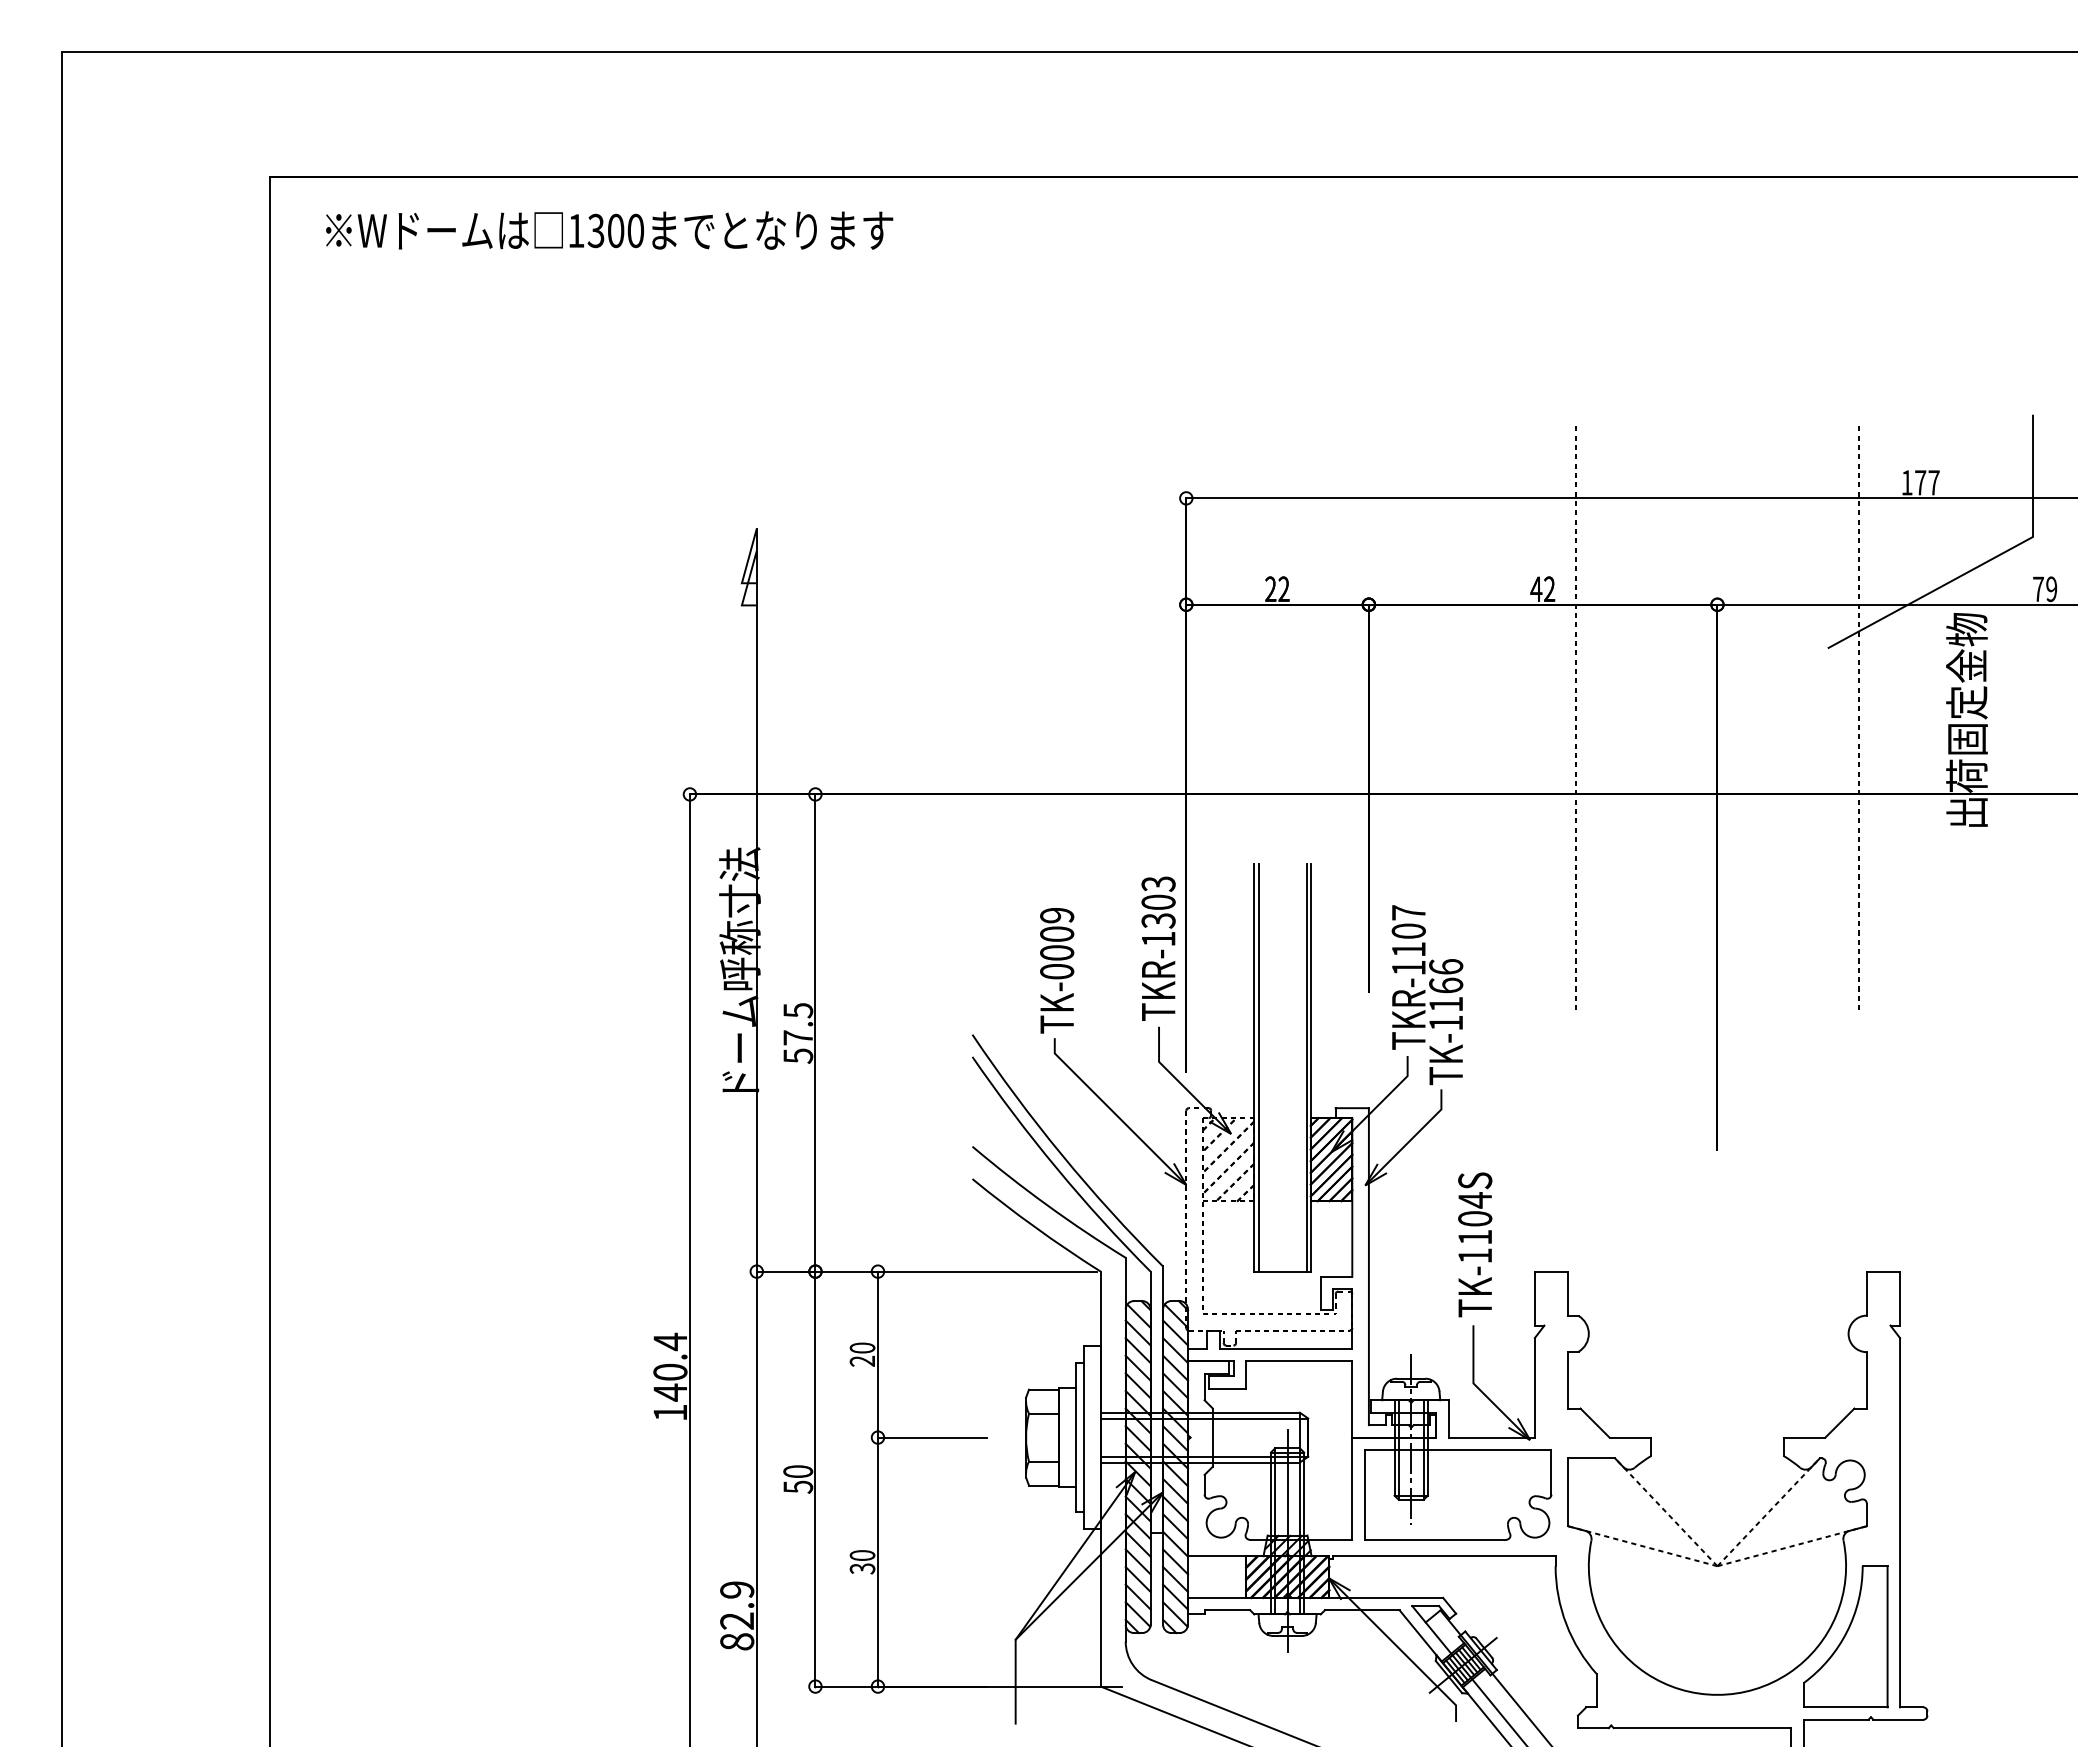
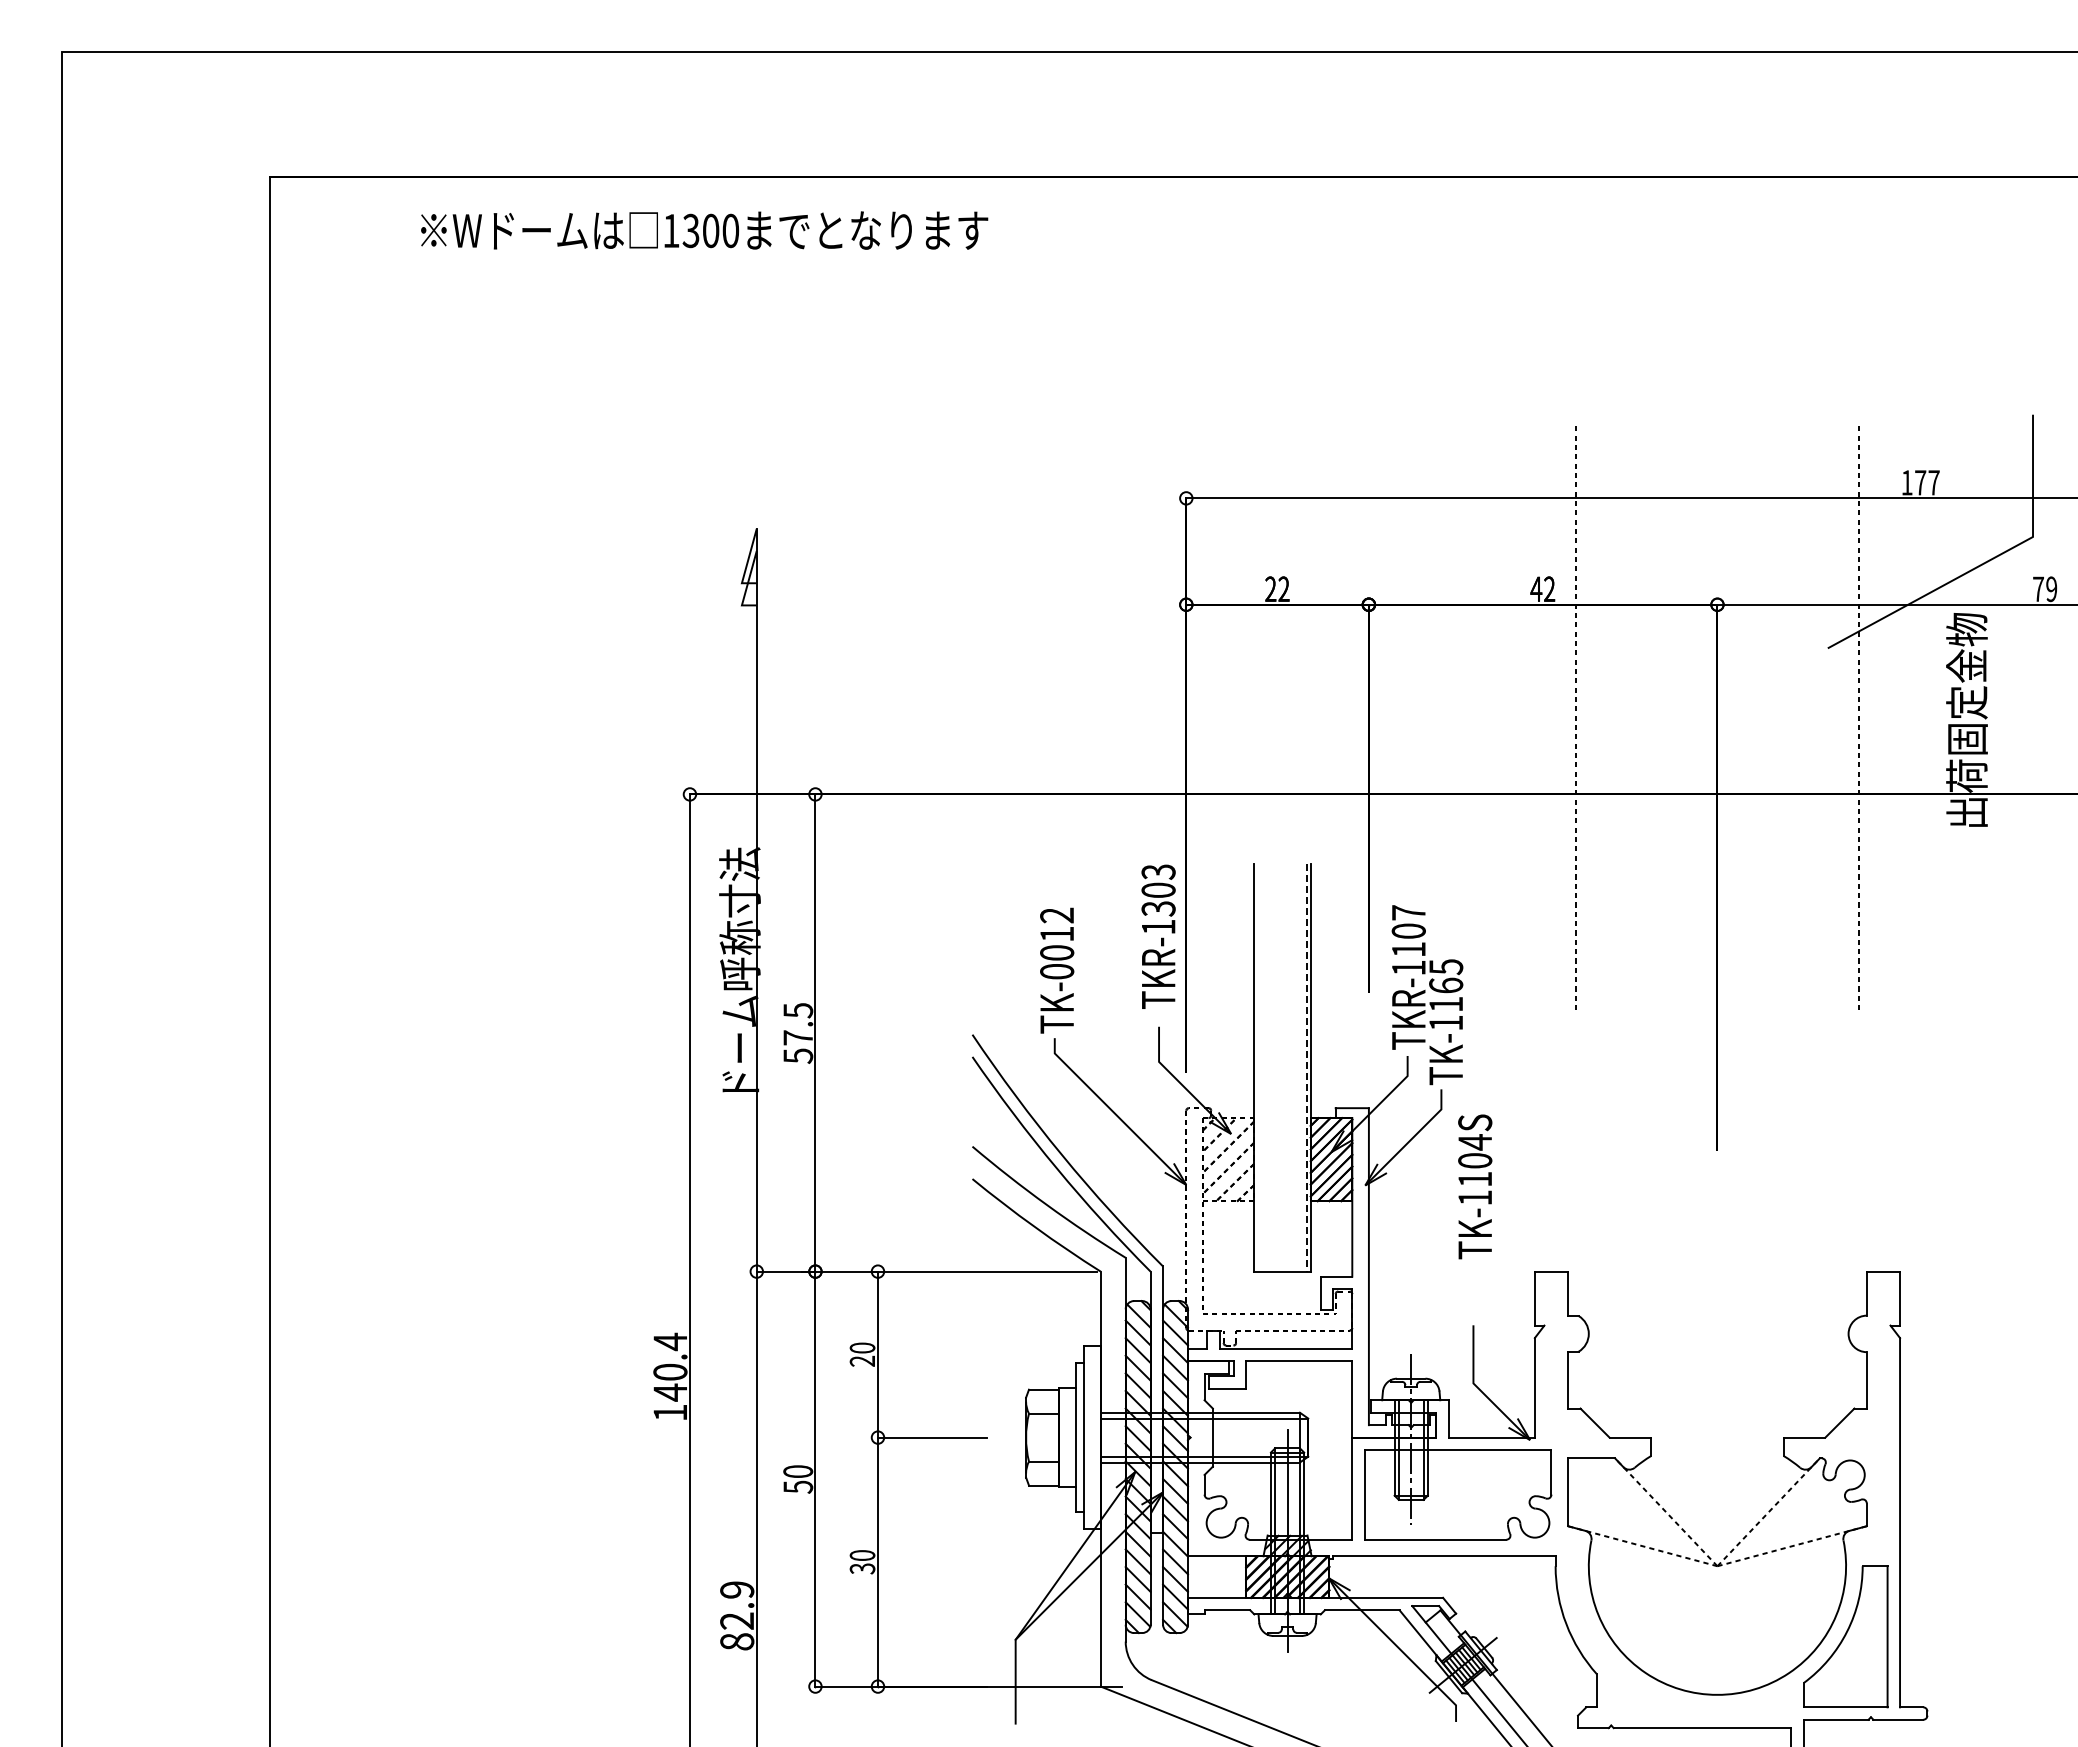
text at (609, 230) position: (609, 230) -> (704, 230)
text at (1057, 924): TK-0009 -> TK-0012
text at (1158, 948) position: (1158, 948) -> (1158, 936)
text at (1446, 967): TK-1166 -> TK-1165
line at (1258, 1067): present -> none
line at (1306, 1067): solid -> dashed
text at (1475, 1244) position: (1475, 1244) -> (1475, 1186)
